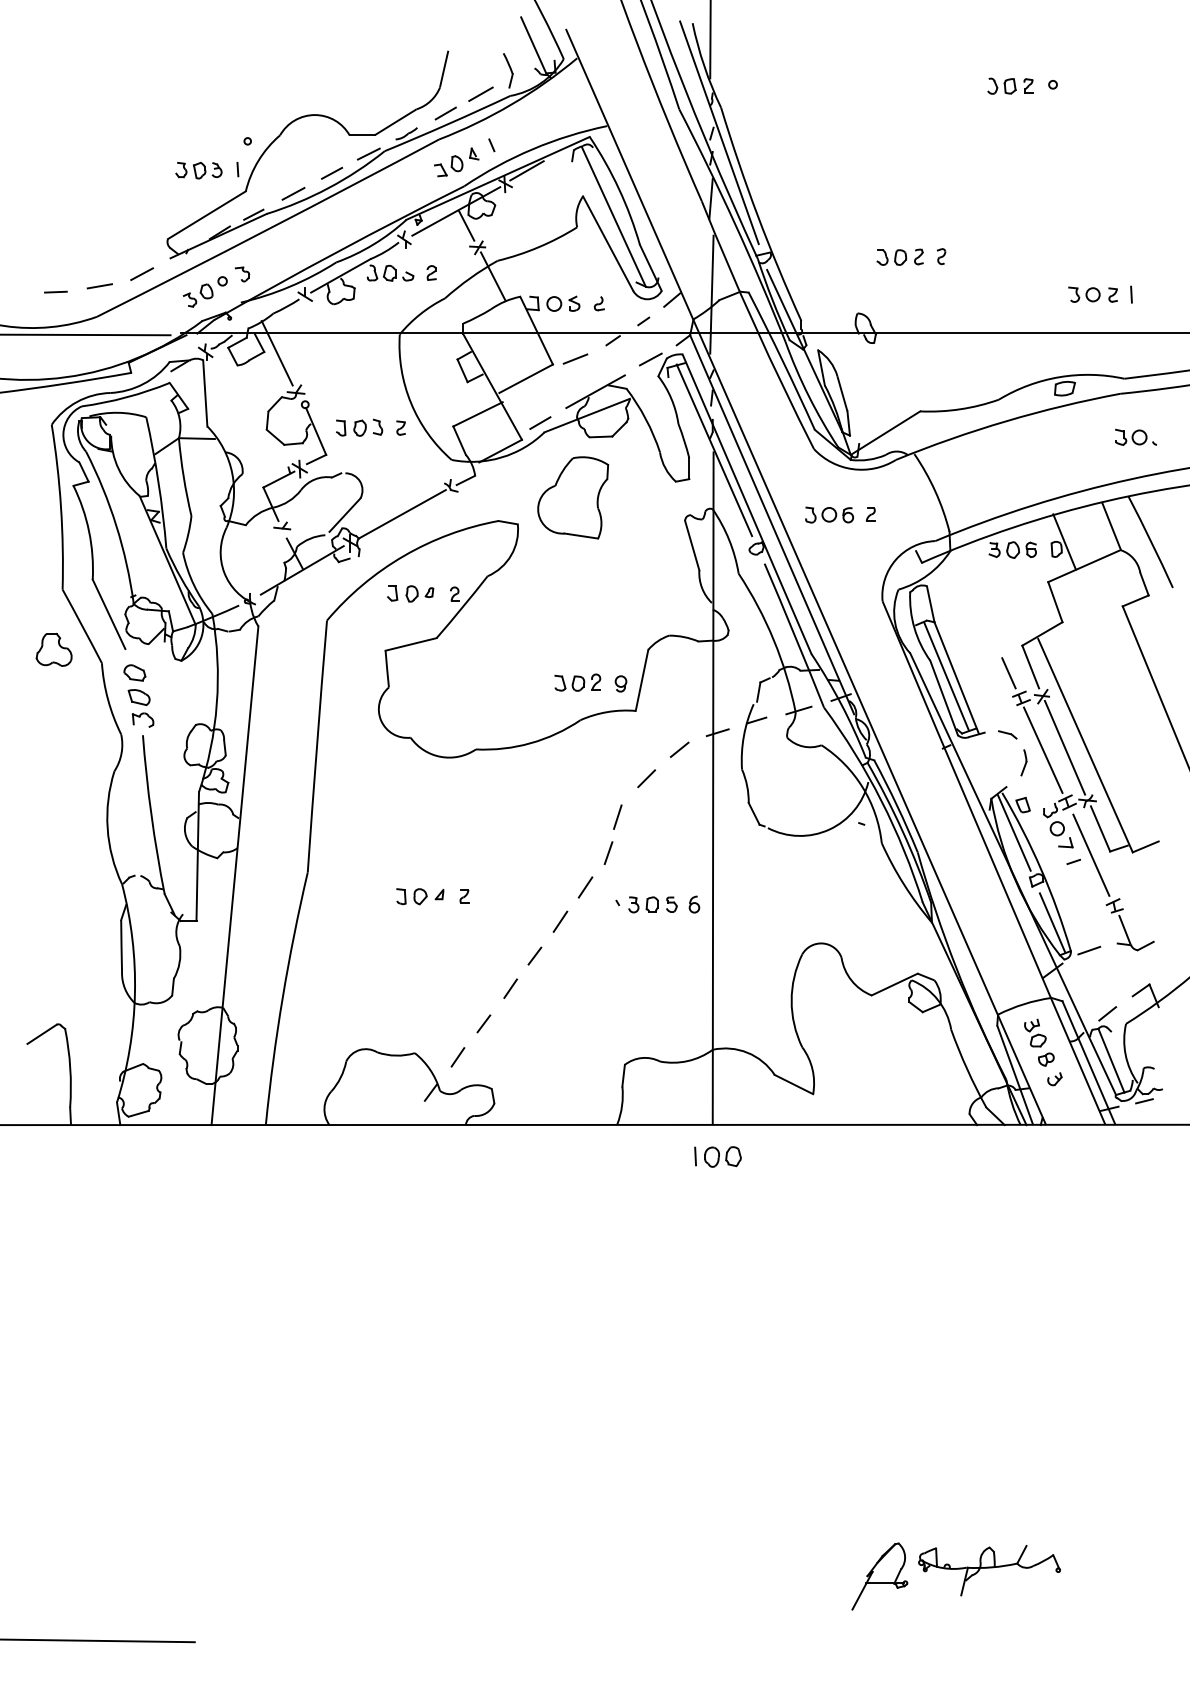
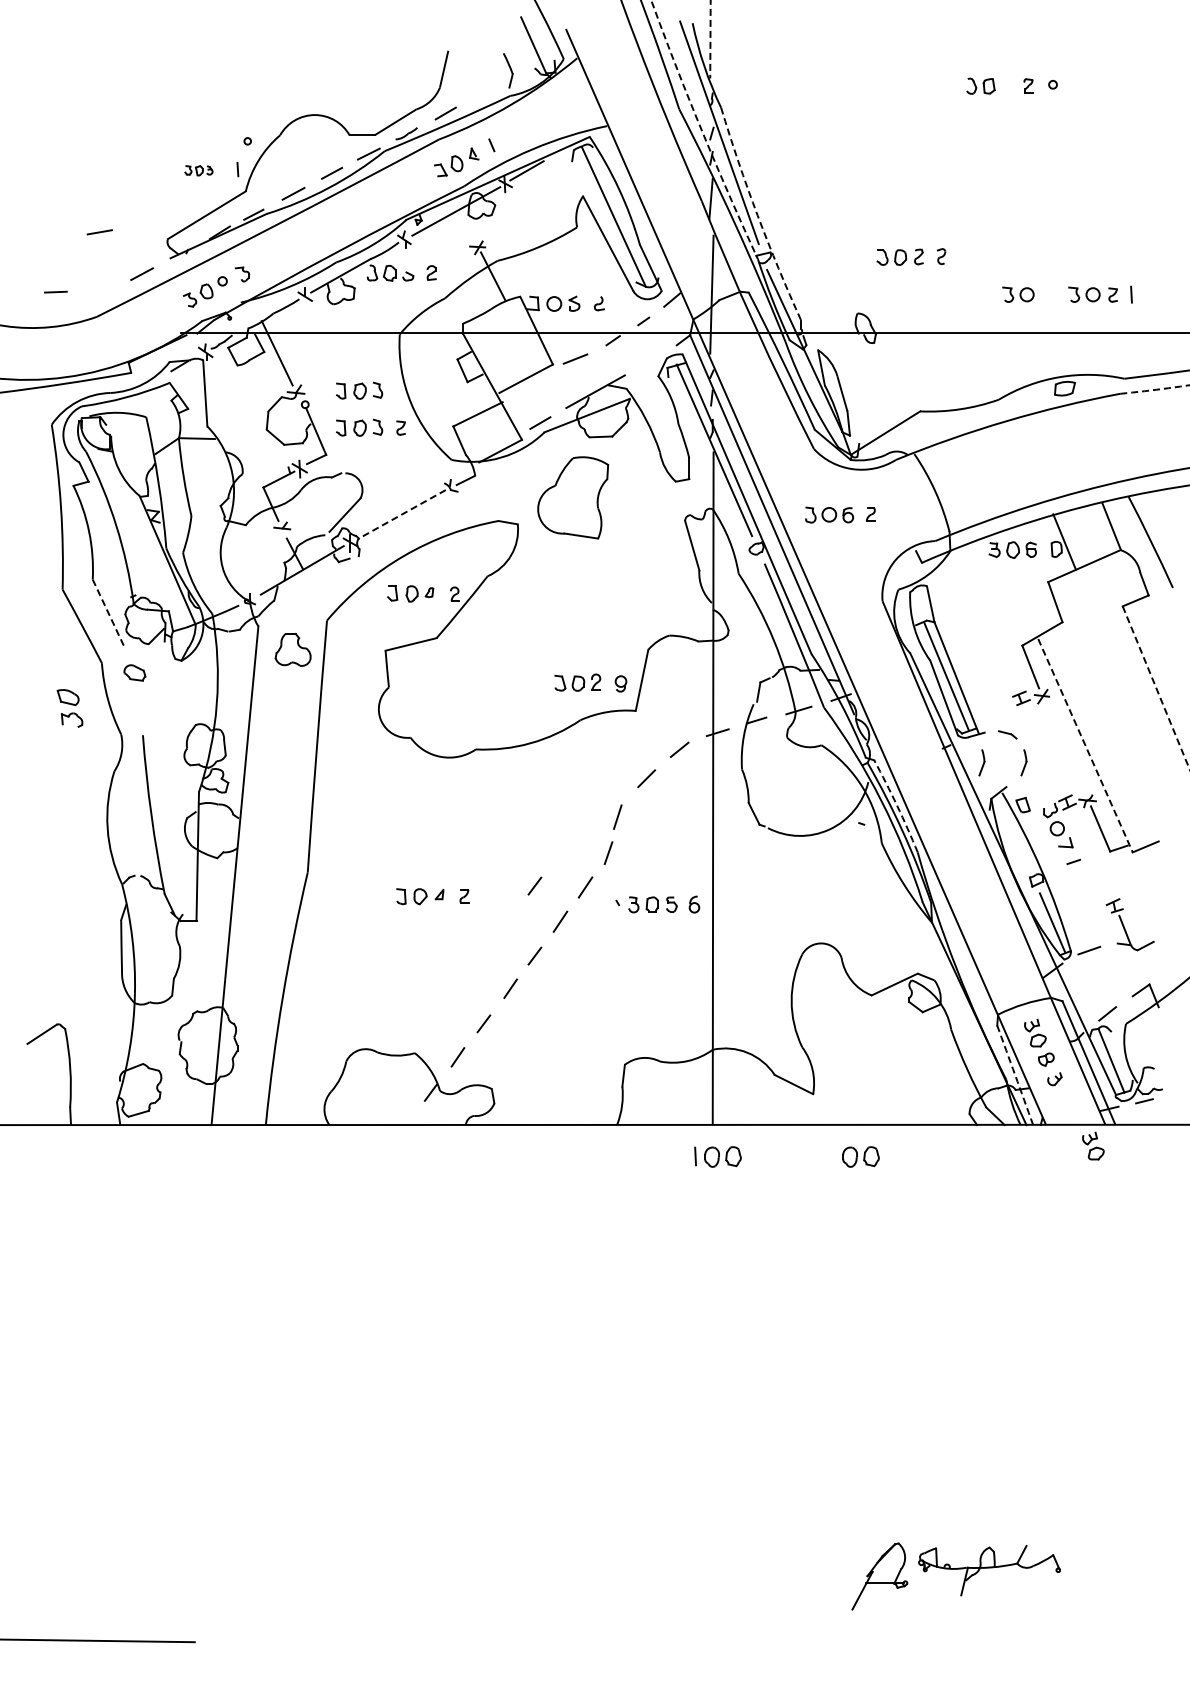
line at (710, 39): solid -> dashed
part at (1001, 85) position: (1001, 85) -> (980, 85)
line at (480, 93): present -> none
arc at (702, 131): solid -> dashed
part at (198, 170) size: 48x18 px -> 30x12 px
arc at (757, 215): solid -> dashed
line at (466, 225): present -> none
line at (99, 286) position: (99, 286) -> (99, 232)
part at (1018, 294): none -> present
line at (86, 334): present -> none
line at (650, 359): present -> none
arc at (1154, 389): solid -> dashed
part at (359, 390): none -> present
part at (1135, 436): present -> none
line at (402, 514): solid -> dashed
line at (109, 614): solid -> dashed
part at (53, 649) position: (53, 649) -> (292, 649)
line at (1008, 673): present -> none
line at (1156, 688): solid -> dashed
part at (140, 708) position: (140, 708) -> (69, 708)
line at (1085, 745): solid -> dashed
line at (1064, 747): present -> none
line at (1043, 749): present -> none
part at (981, 762): none -> present
arc at (897, 805): solid -> dashed
line at (1014, 832): present -> none
line at (1091, 854): present -> none
line at (534, 885): none -> present
arc at (1015, 1075): solid -> dashed
part at (1093, 1145): none -> present
part at (860, 1156): none -> present
